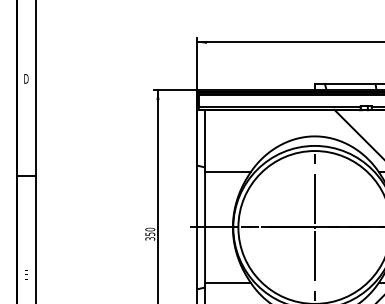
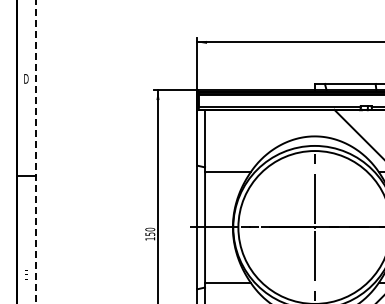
line at (36, 152): solid -> dashed
text at (150, 238): 350 -> 150
